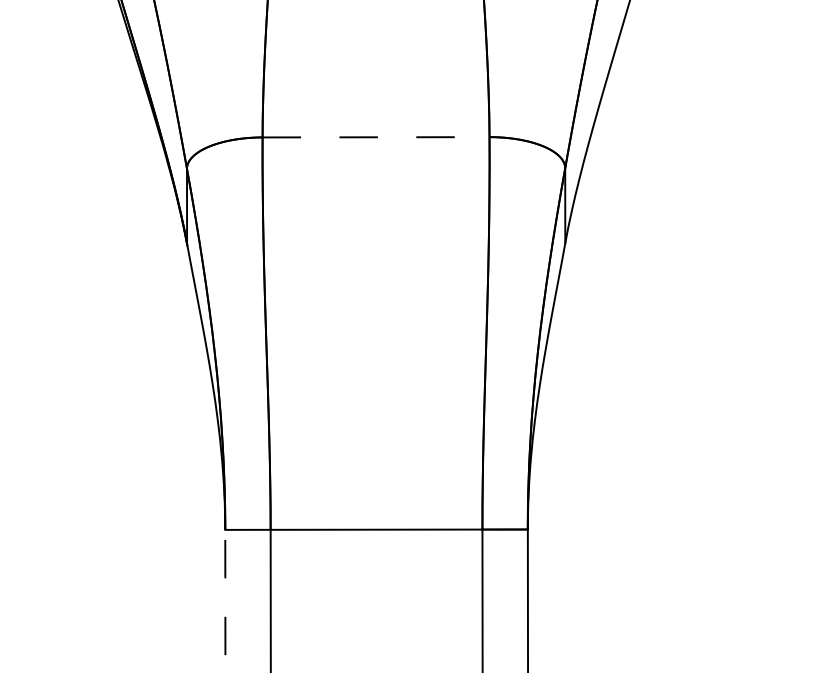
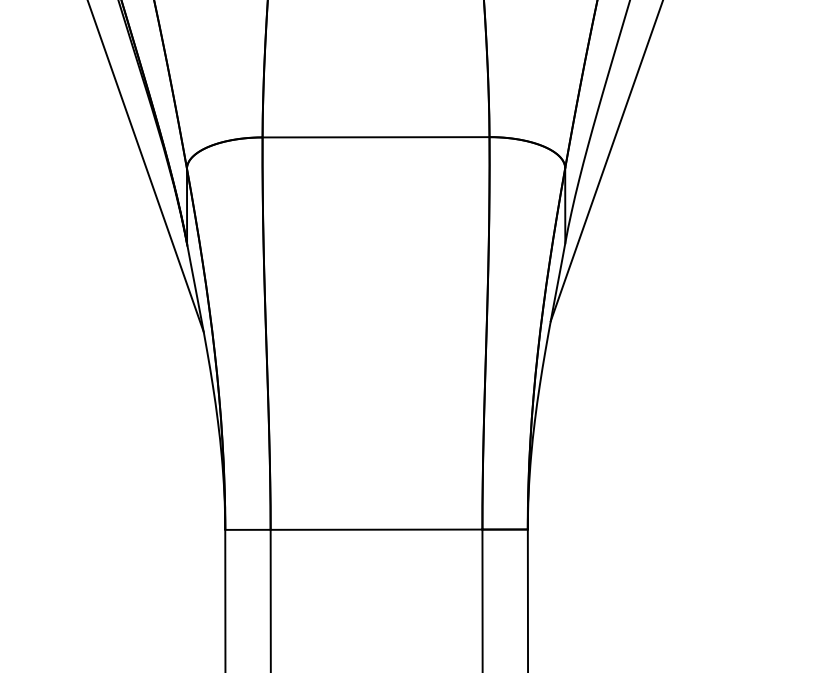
line at (376, 137): dashed -> solid
line at (606, 161): none -> present
line at (145, 166): none -> present
line at (225, 600): dashed -> solid
